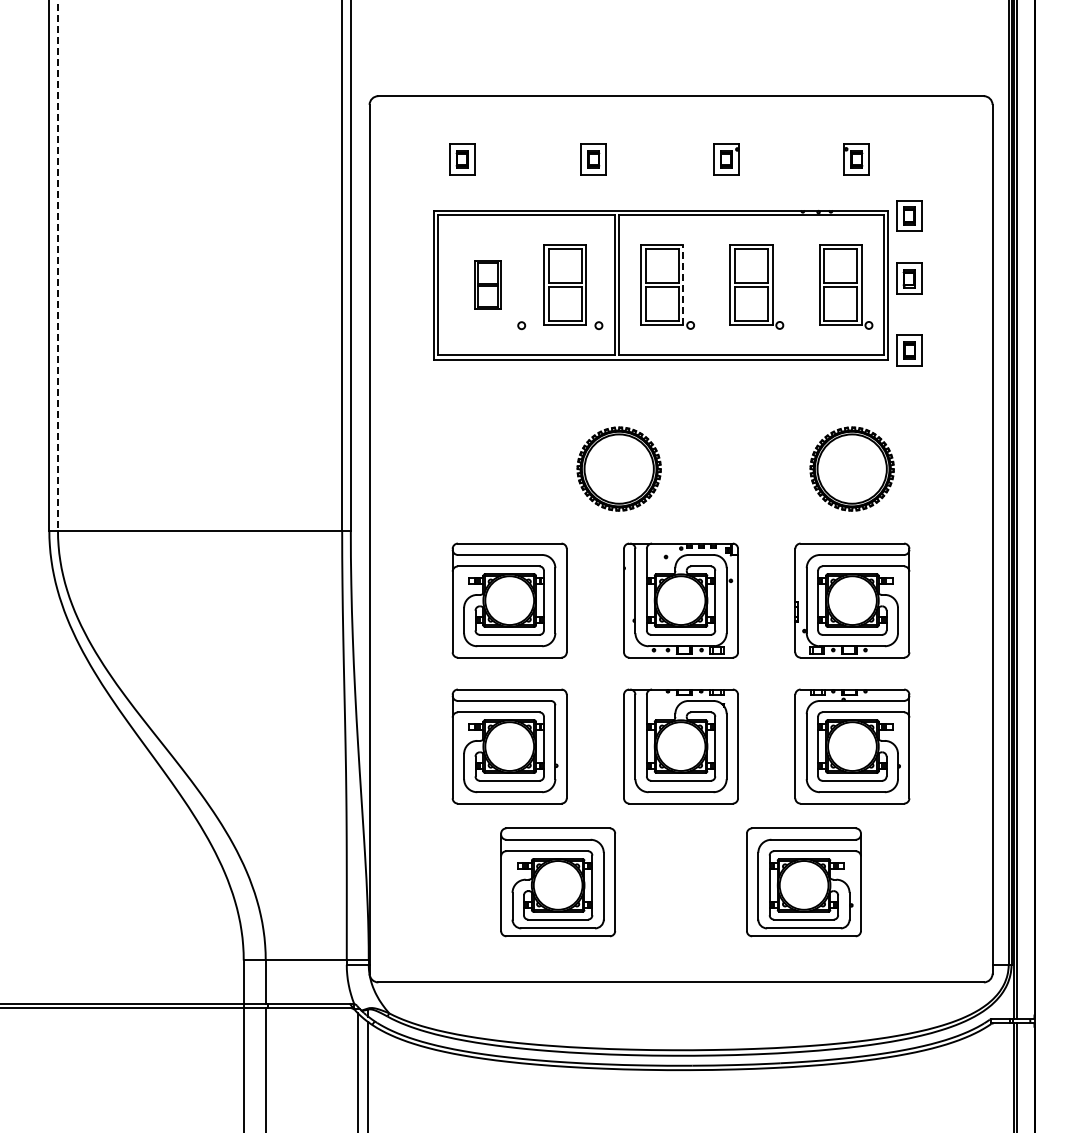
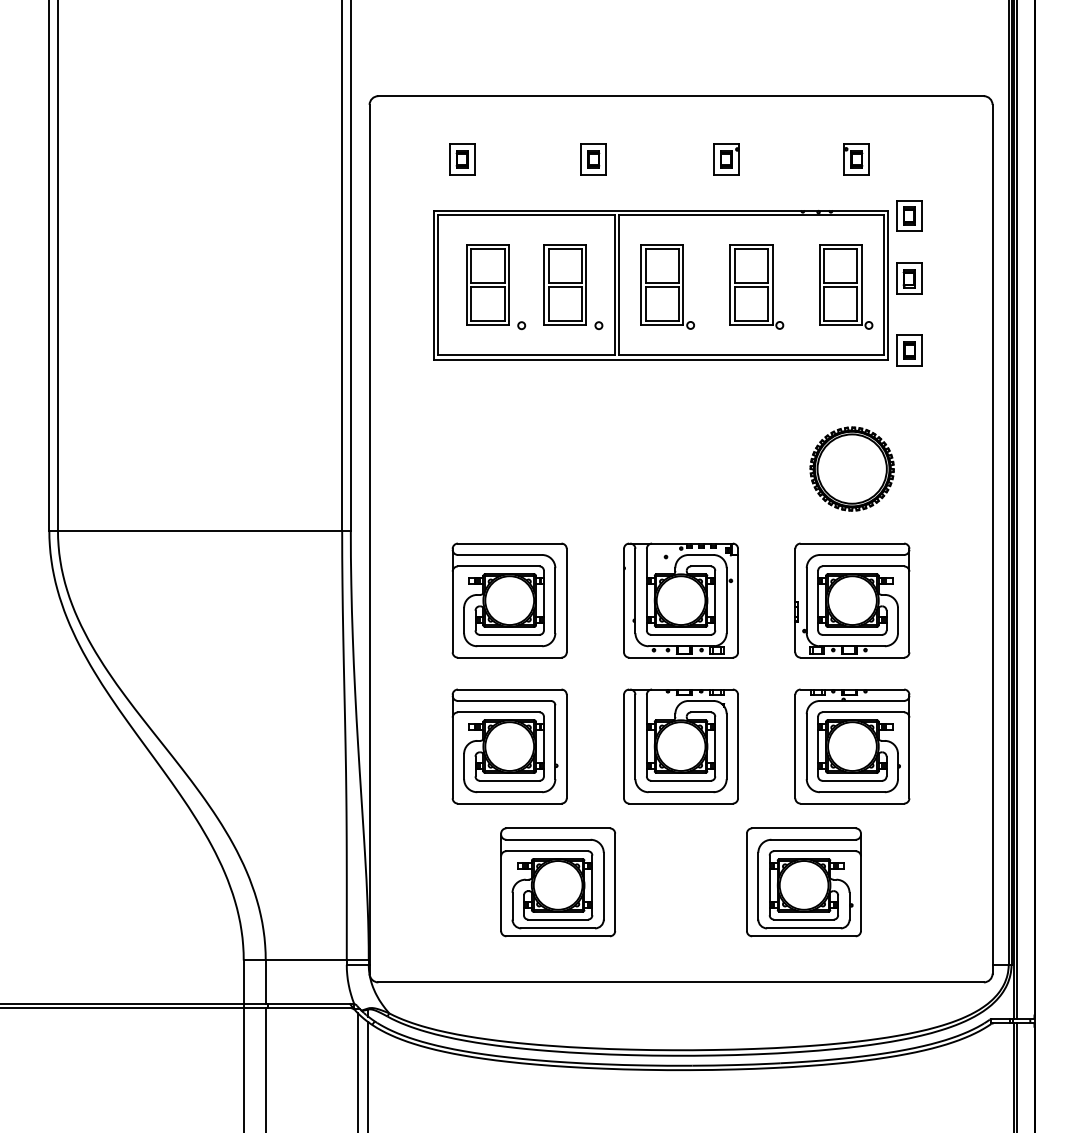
line at (57, 265): dashed -> solid
part at (487, 284) size: 28x50 px -> 44x82 px
line at (683, 284): dashed -> solid
part at (618, 468): present -> none
